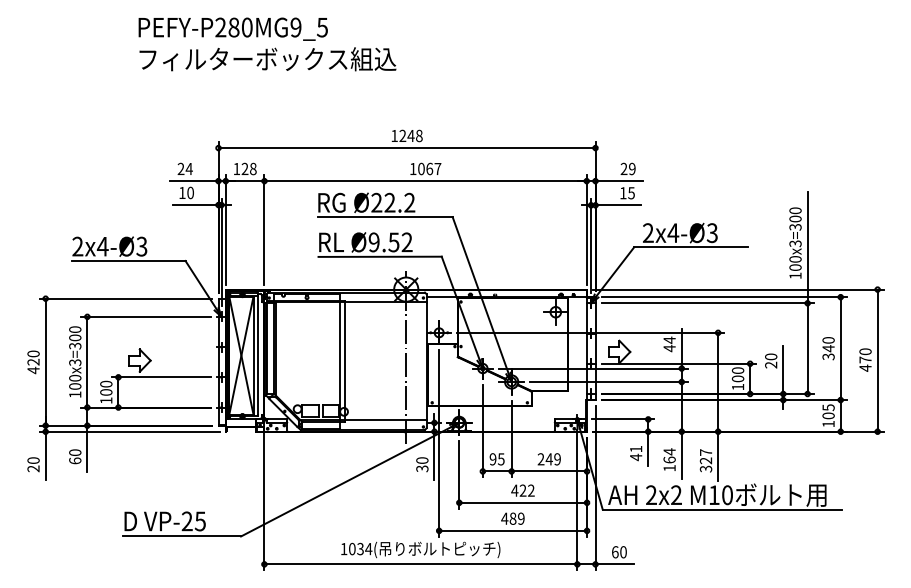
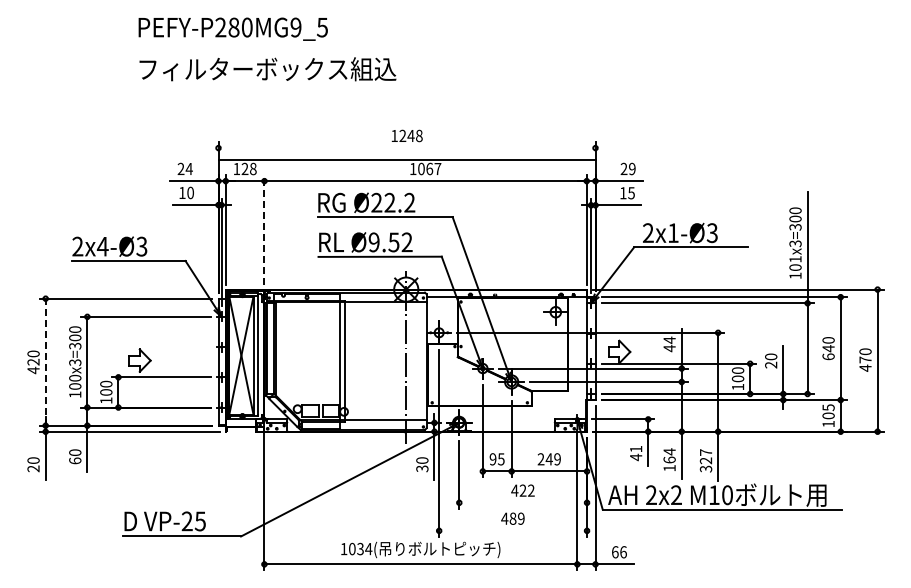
text at (267, 59) position: (267, 59) -> (267, 69)
line at (406, 148) position: (406, 148) -> (406, 160)
line at (264, 229): solid -> dashed
text at (673, 232): 2x4-Ø3 -> 2x1-Ø3
text at (795, 259): 100x3=300 -> 101x3=300
text at (828, 356): 340 -> 640
line at (45, 361): solid -> dashed
line at (523, 502): present -> none
line at (513, 530): present -> none
text at (623, 552): 60 -> 66
